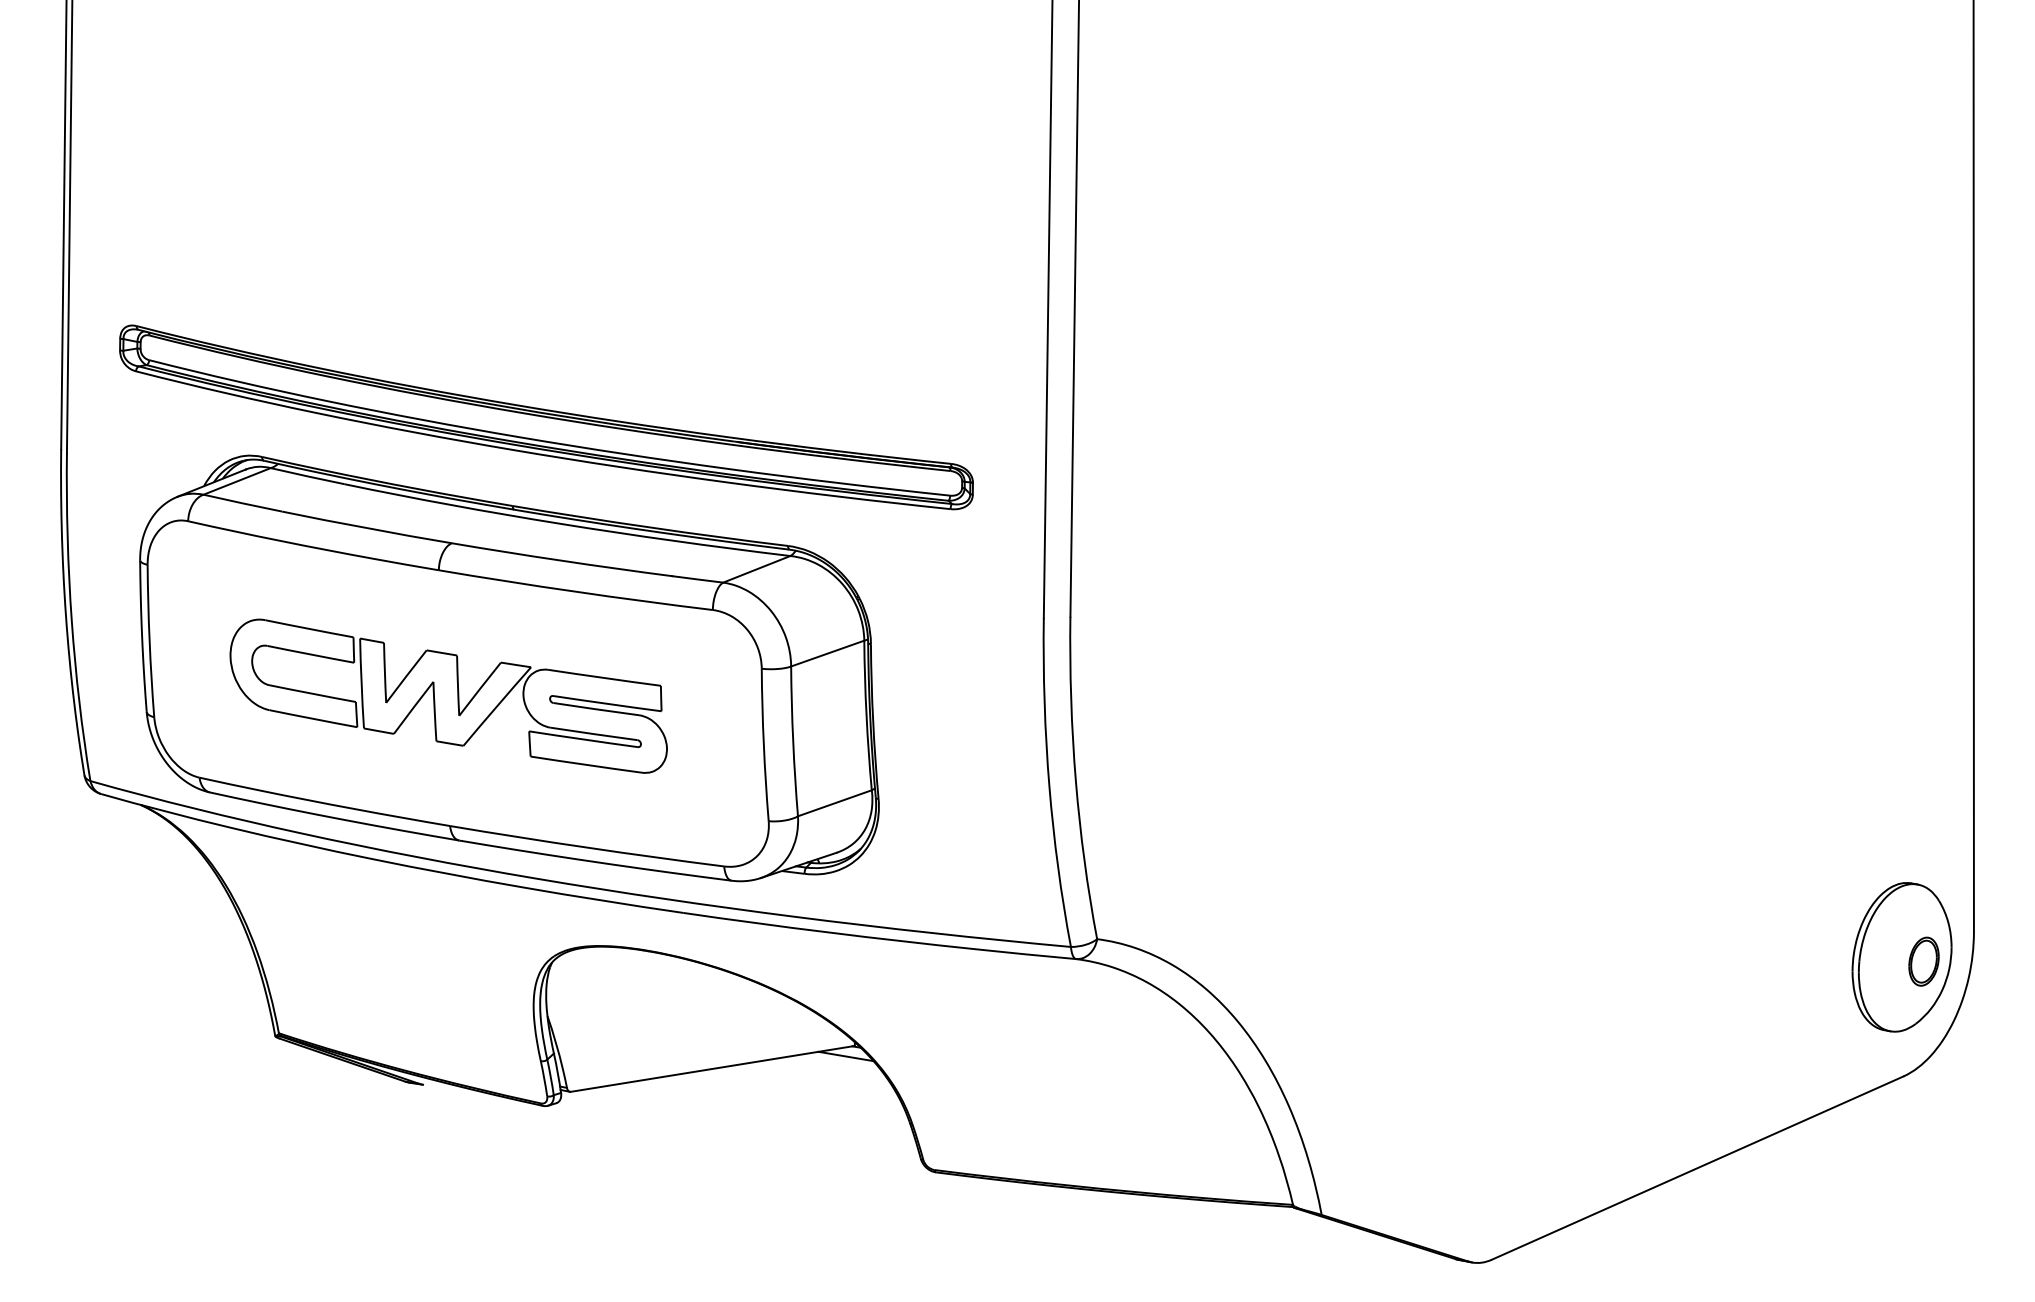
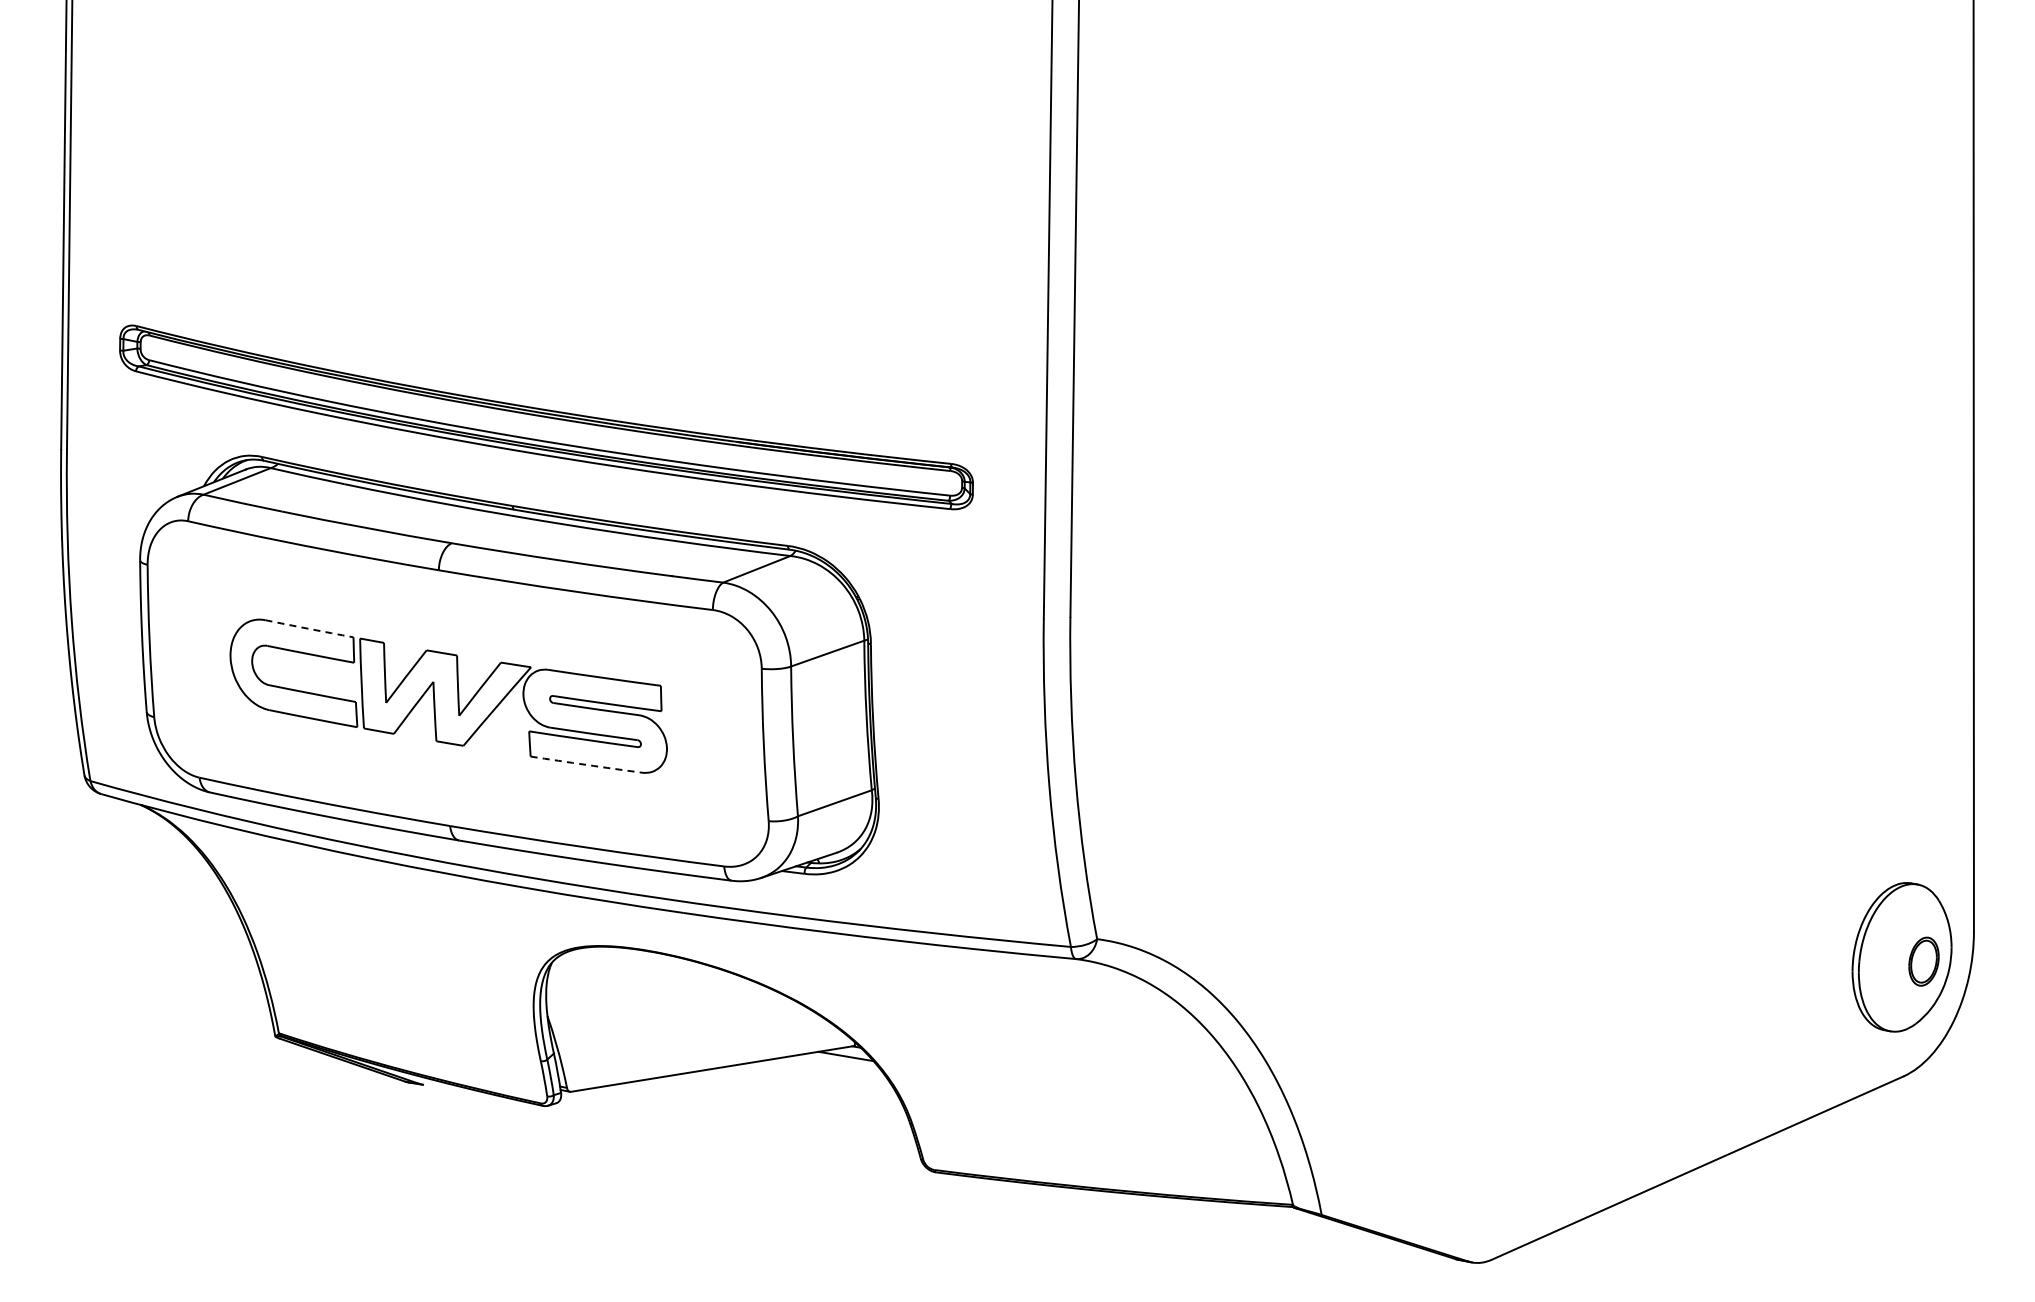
arc at (309, 628): solid -> dashed
arc at (586, 764): solid -> dashed
